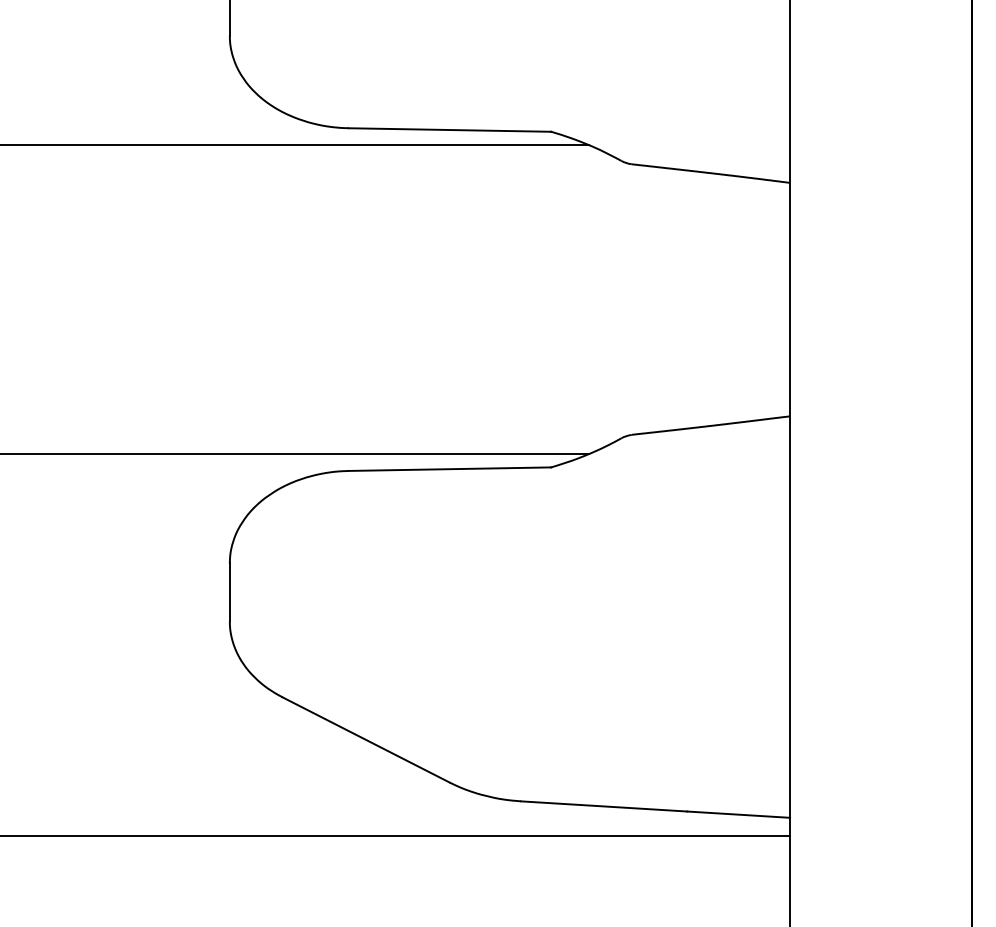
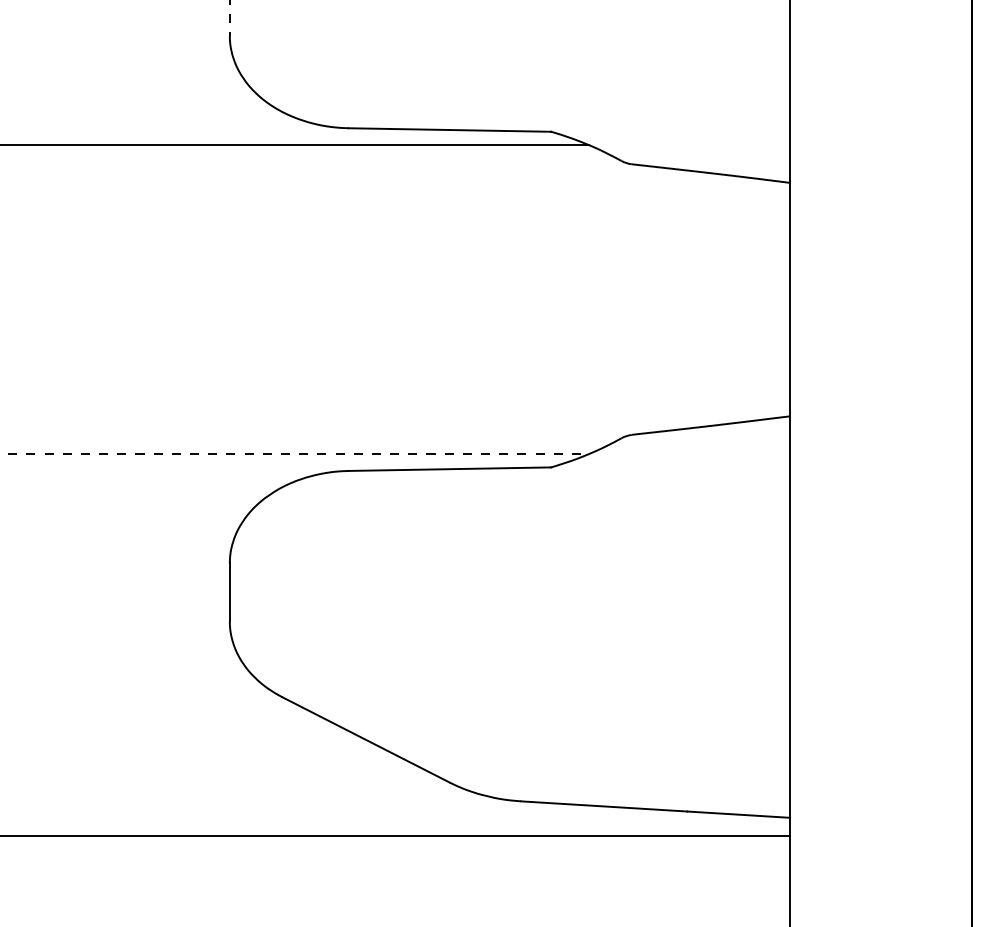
line at (229, 18): solid -> dashed
line at (295, 454): solid -> dashed
